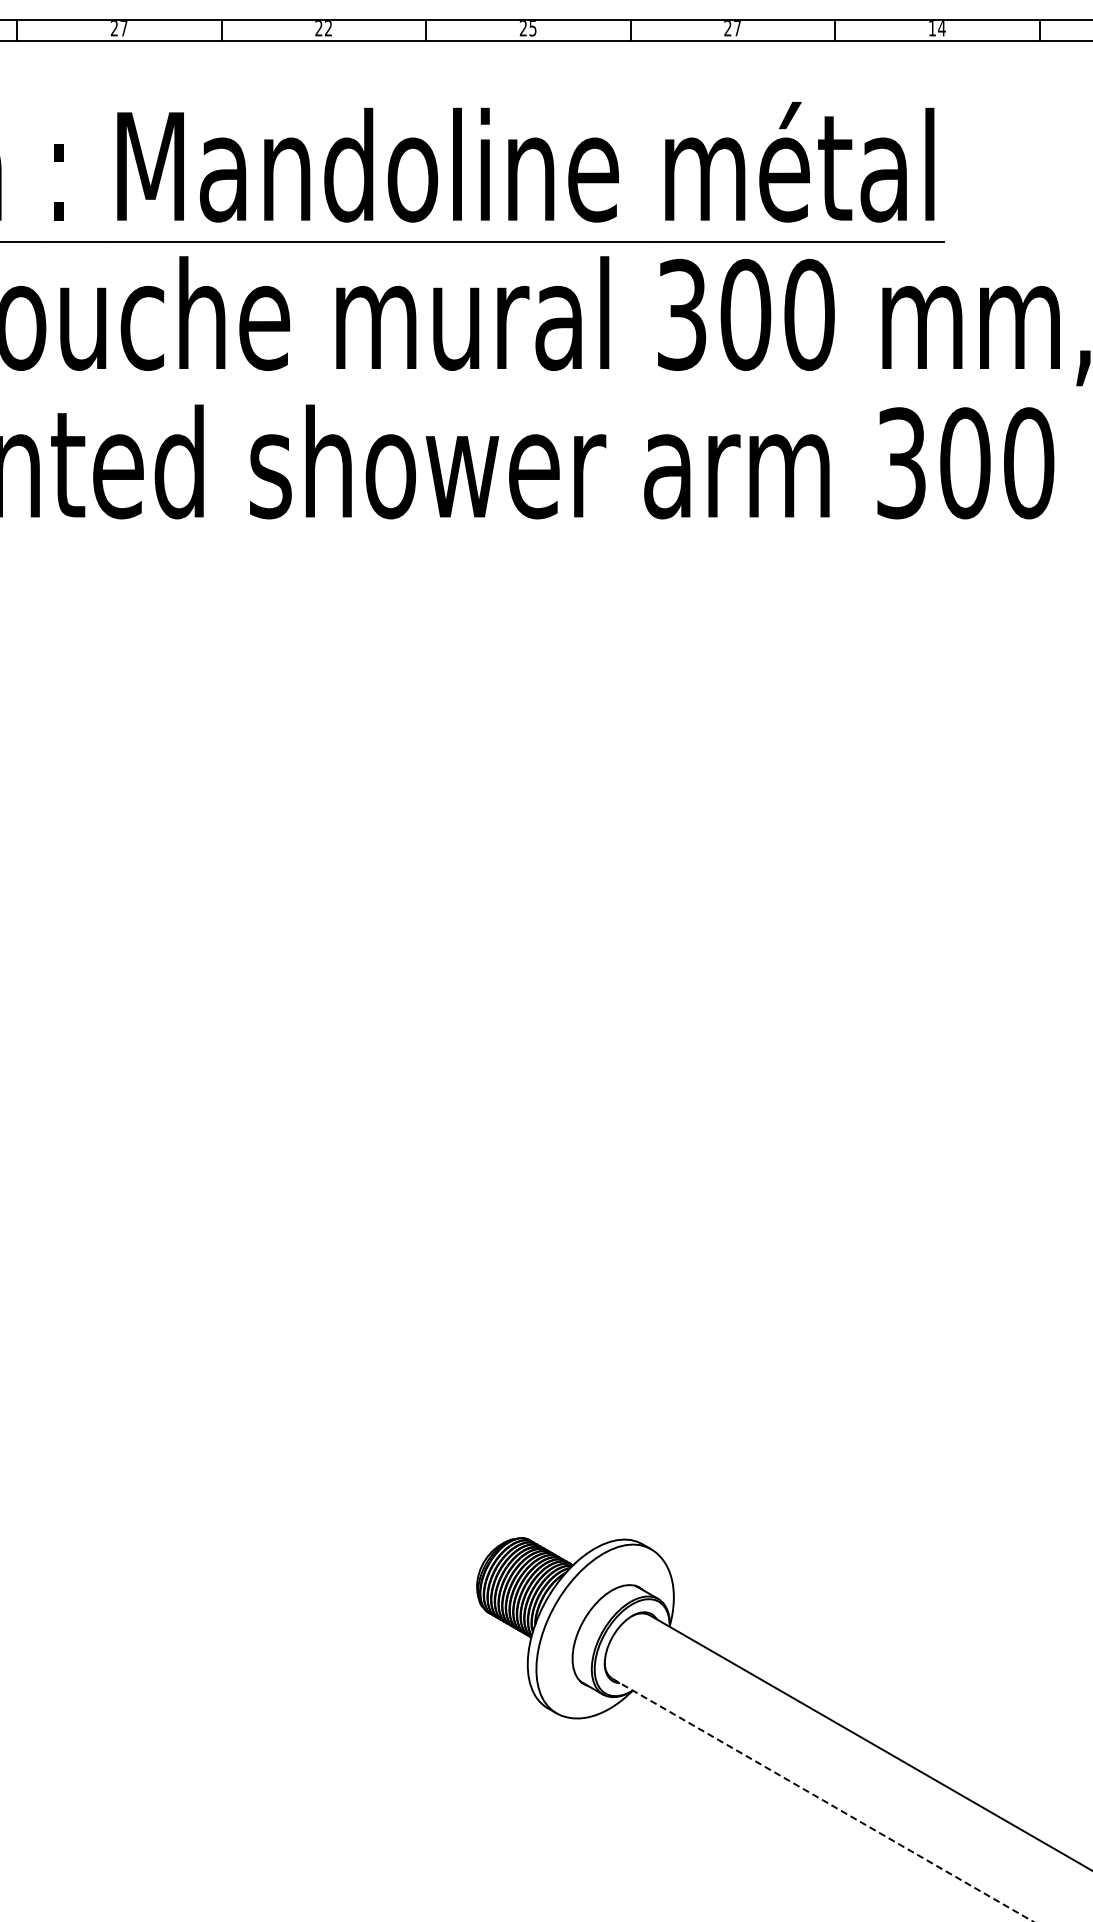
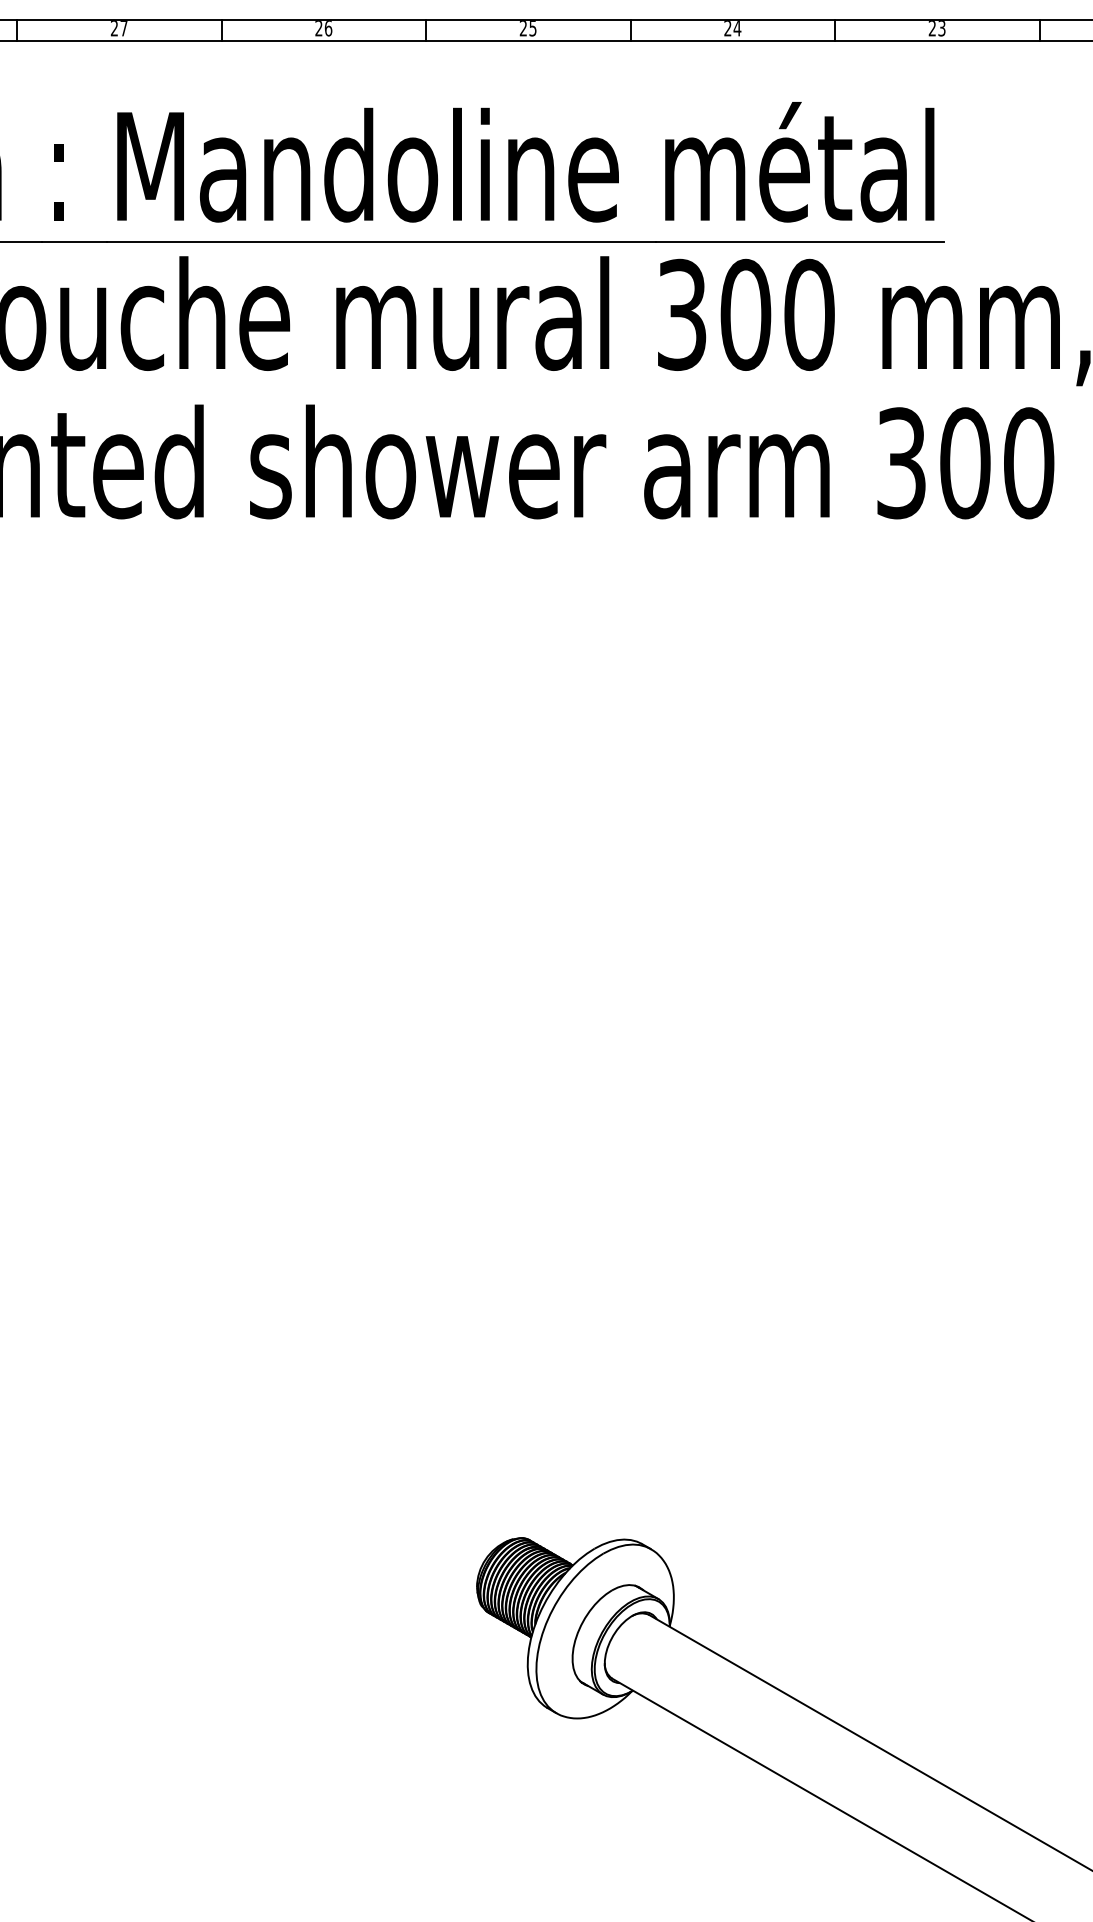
text at (328, 28): 22 -> 26
text at (737, 28): 27 -> 24
text at (936, 28): 14 -> 23
line at (822, 1800): dashed -> solid
